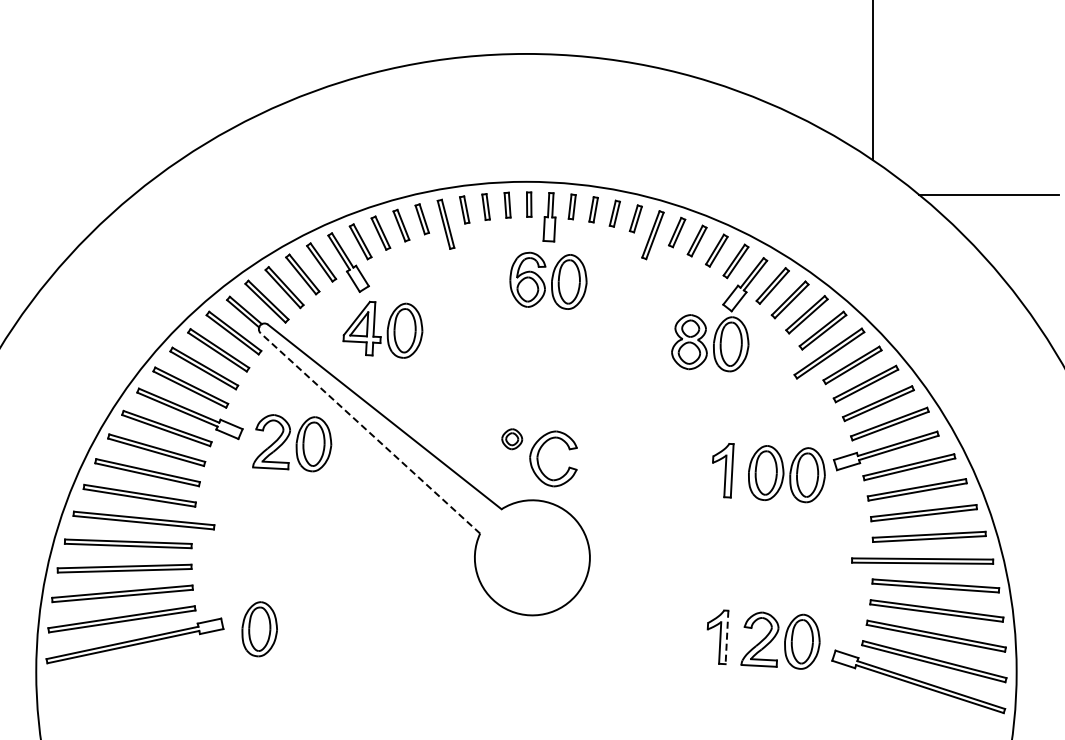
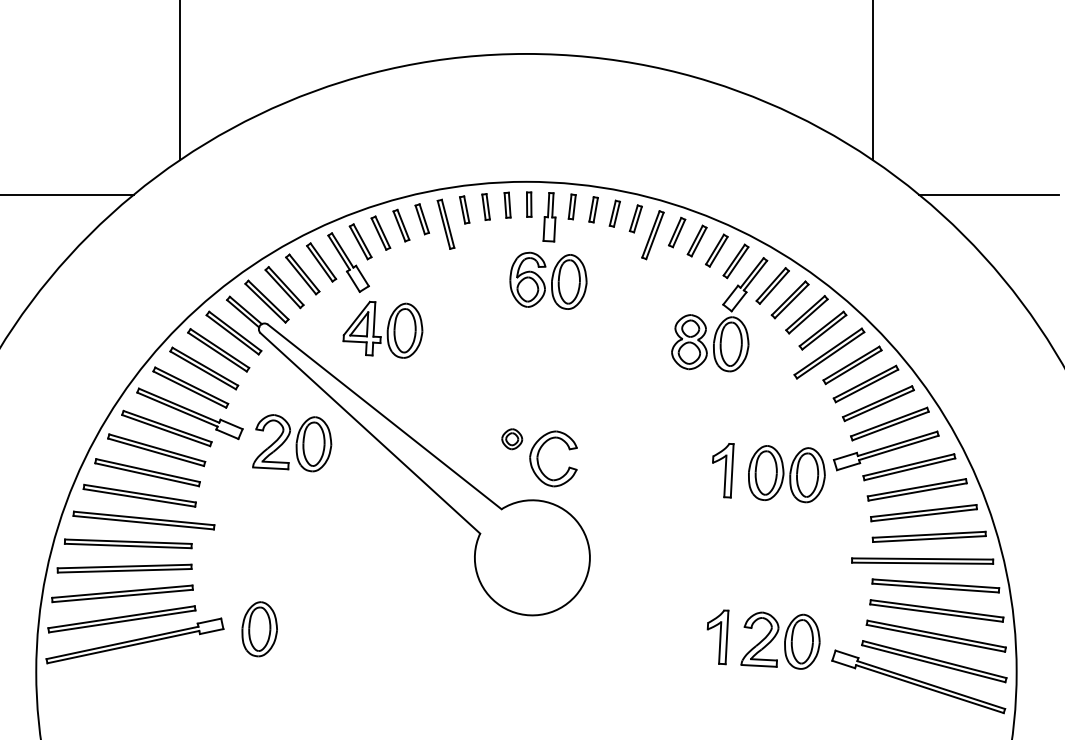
line at (180, 81): none -> present
line at (67, 194): none -> present
line at (370, 433): dashed -> solid
line at (727, 637): dashed -> solid
